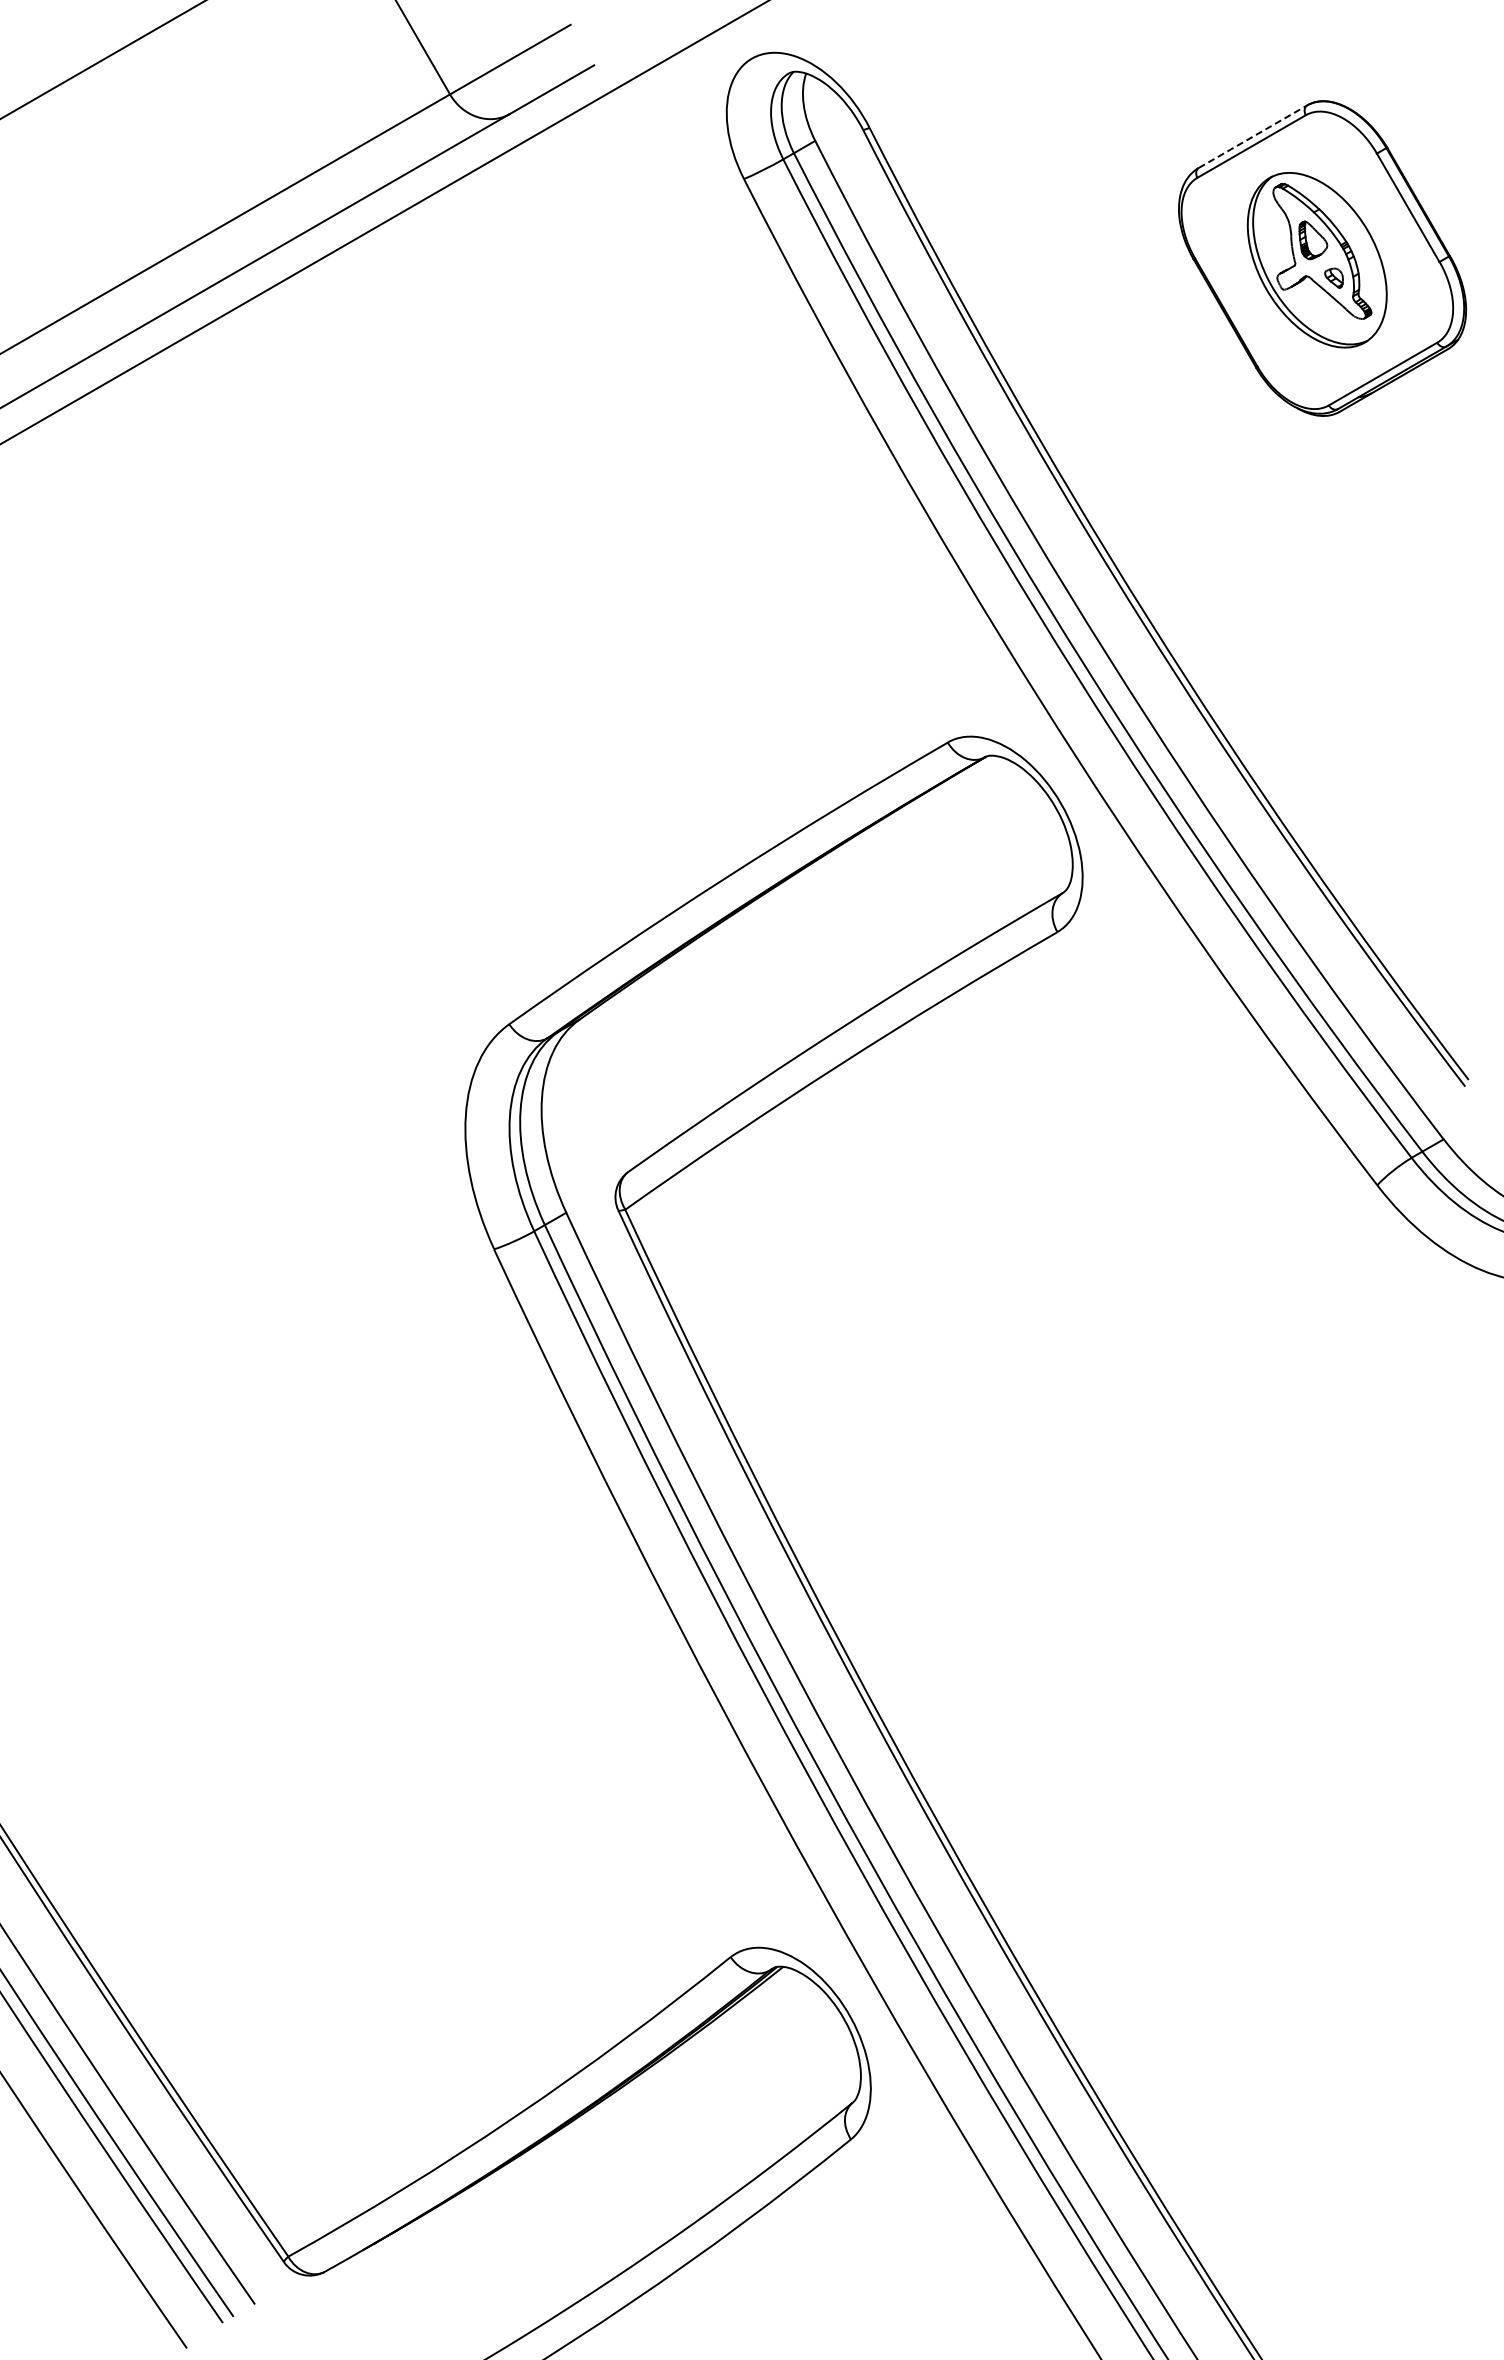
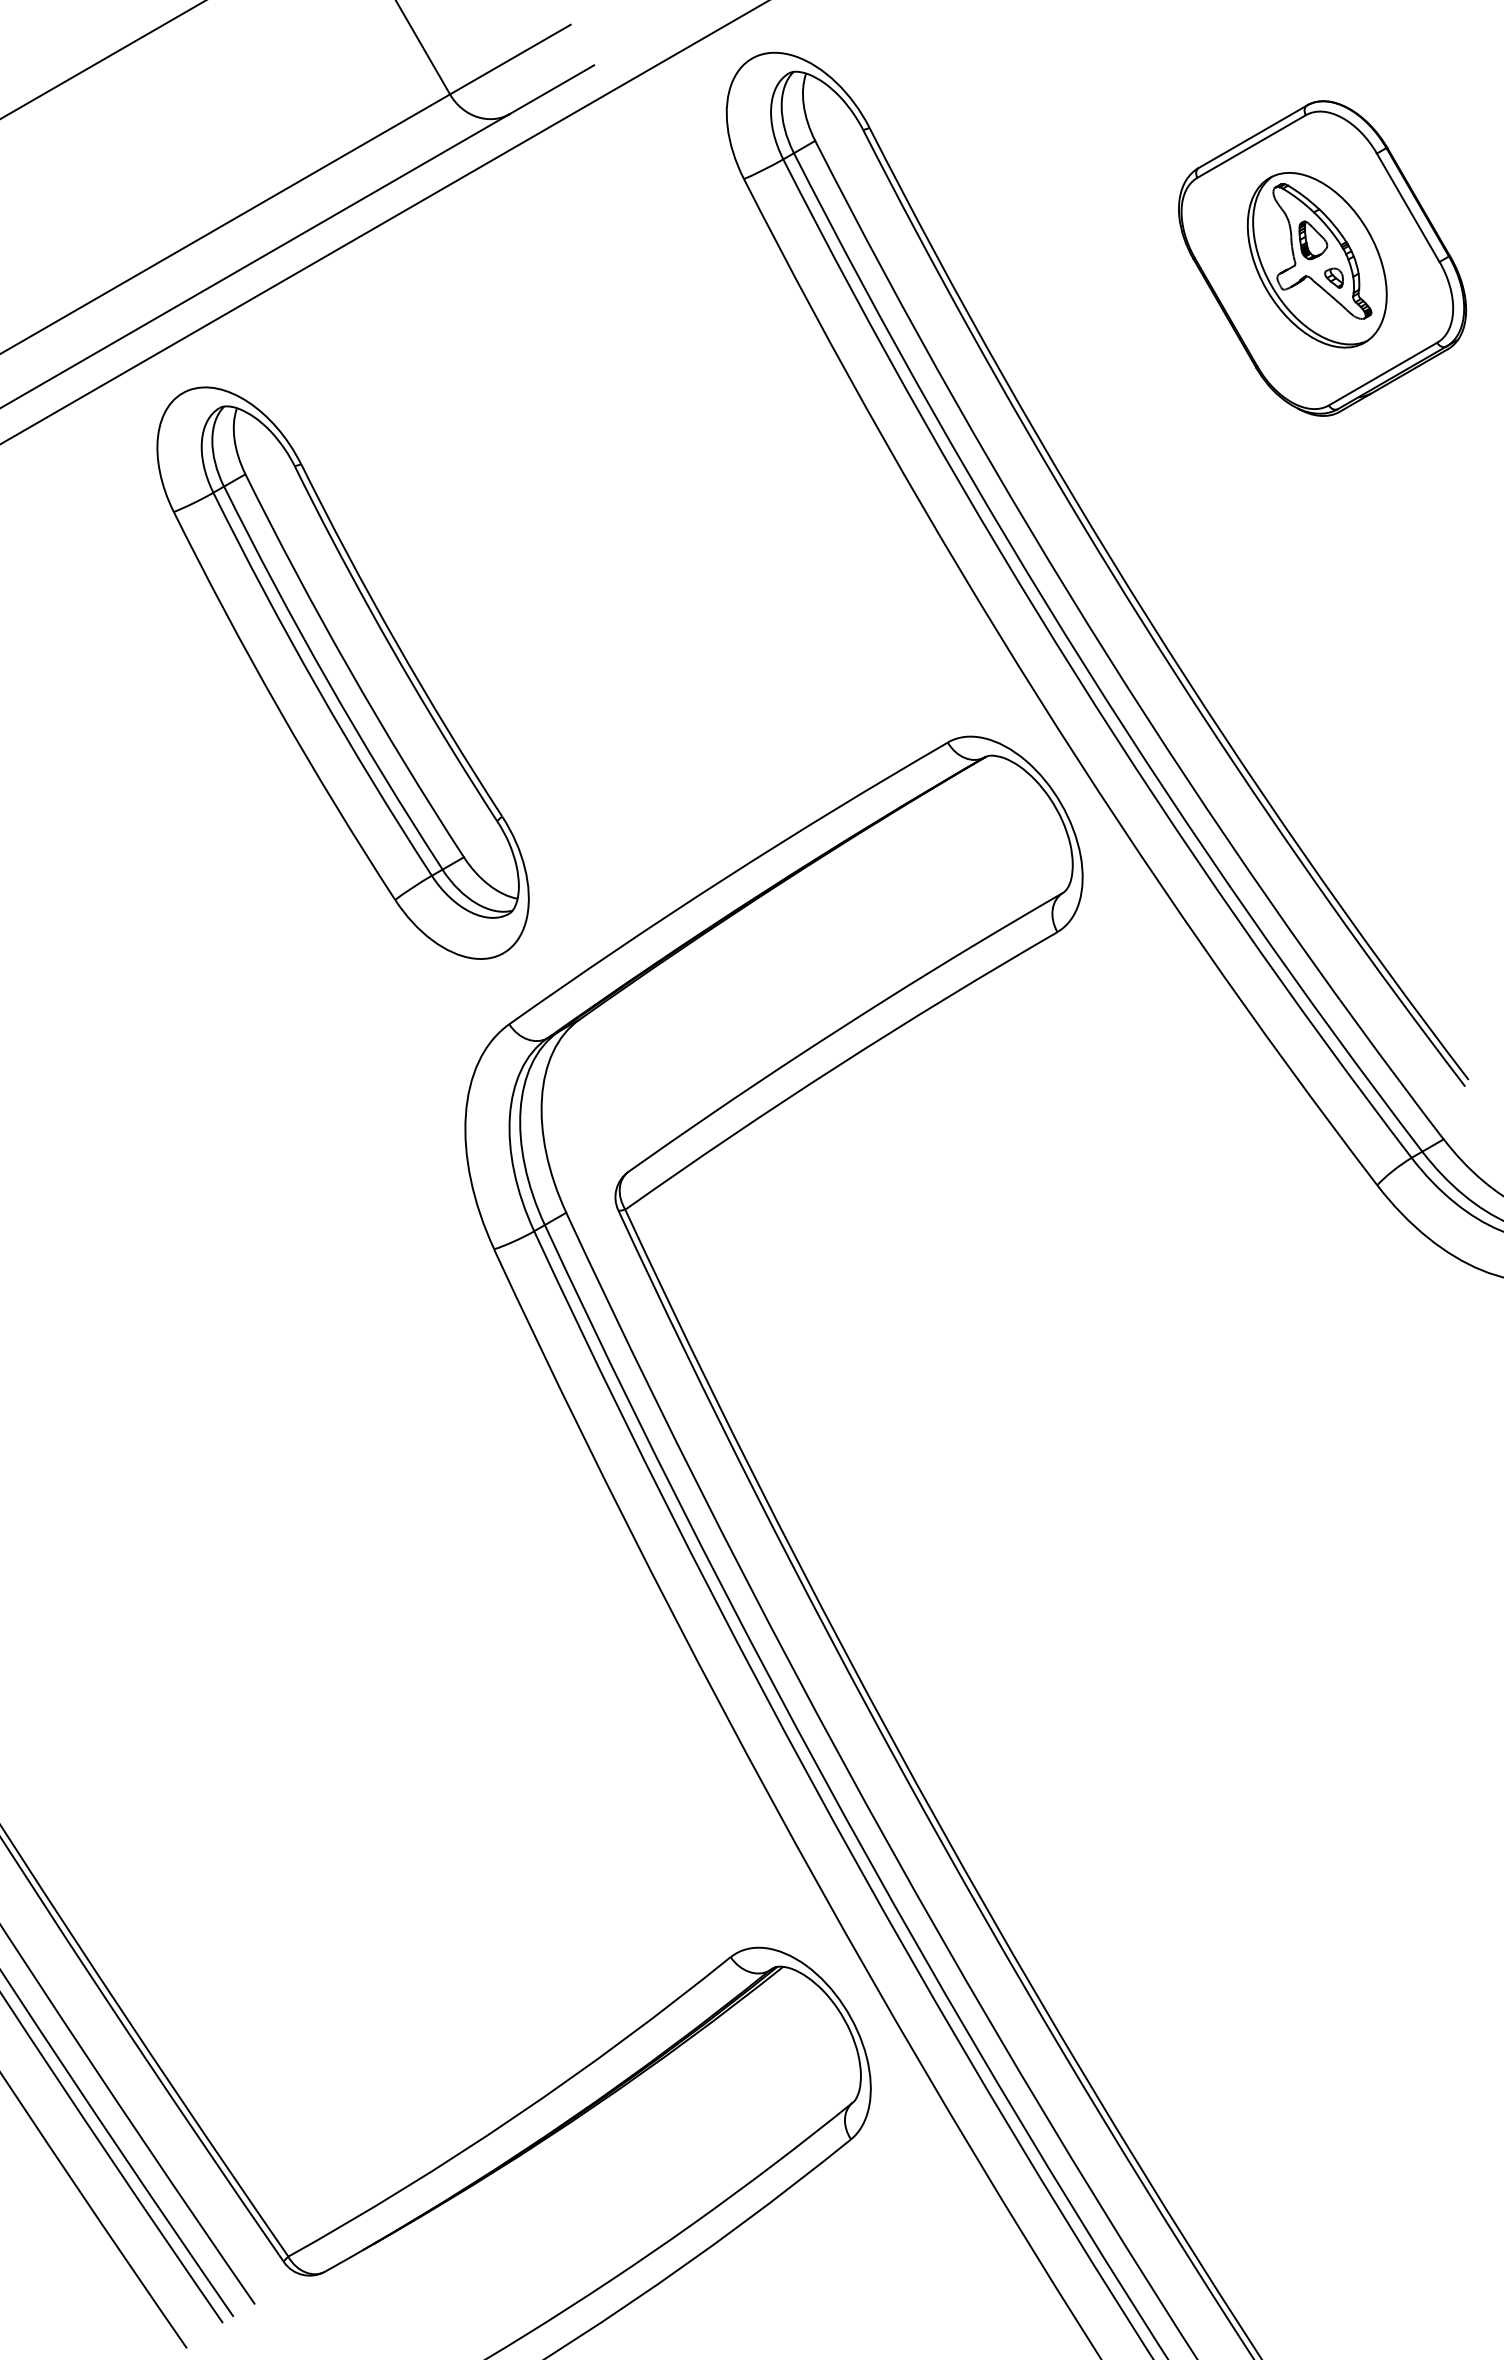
line at (1253, 136): dashed -> solid
part at (342, 672): none -> present
